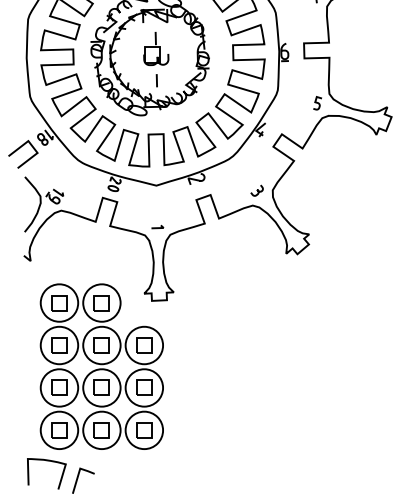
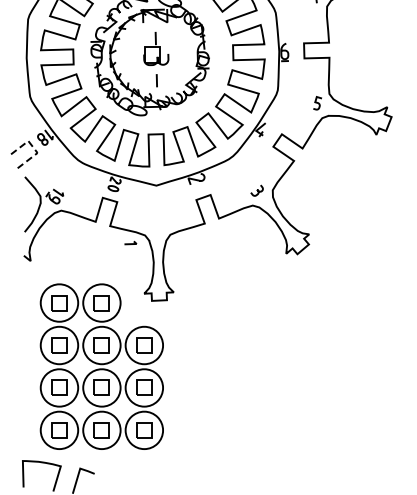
line at (32, 147): solid -> dashed
line at (157, 227) position: (157, 227) -> (130, 243)
curve at (46, 461) position: (46, 461) -> (41, 463)
